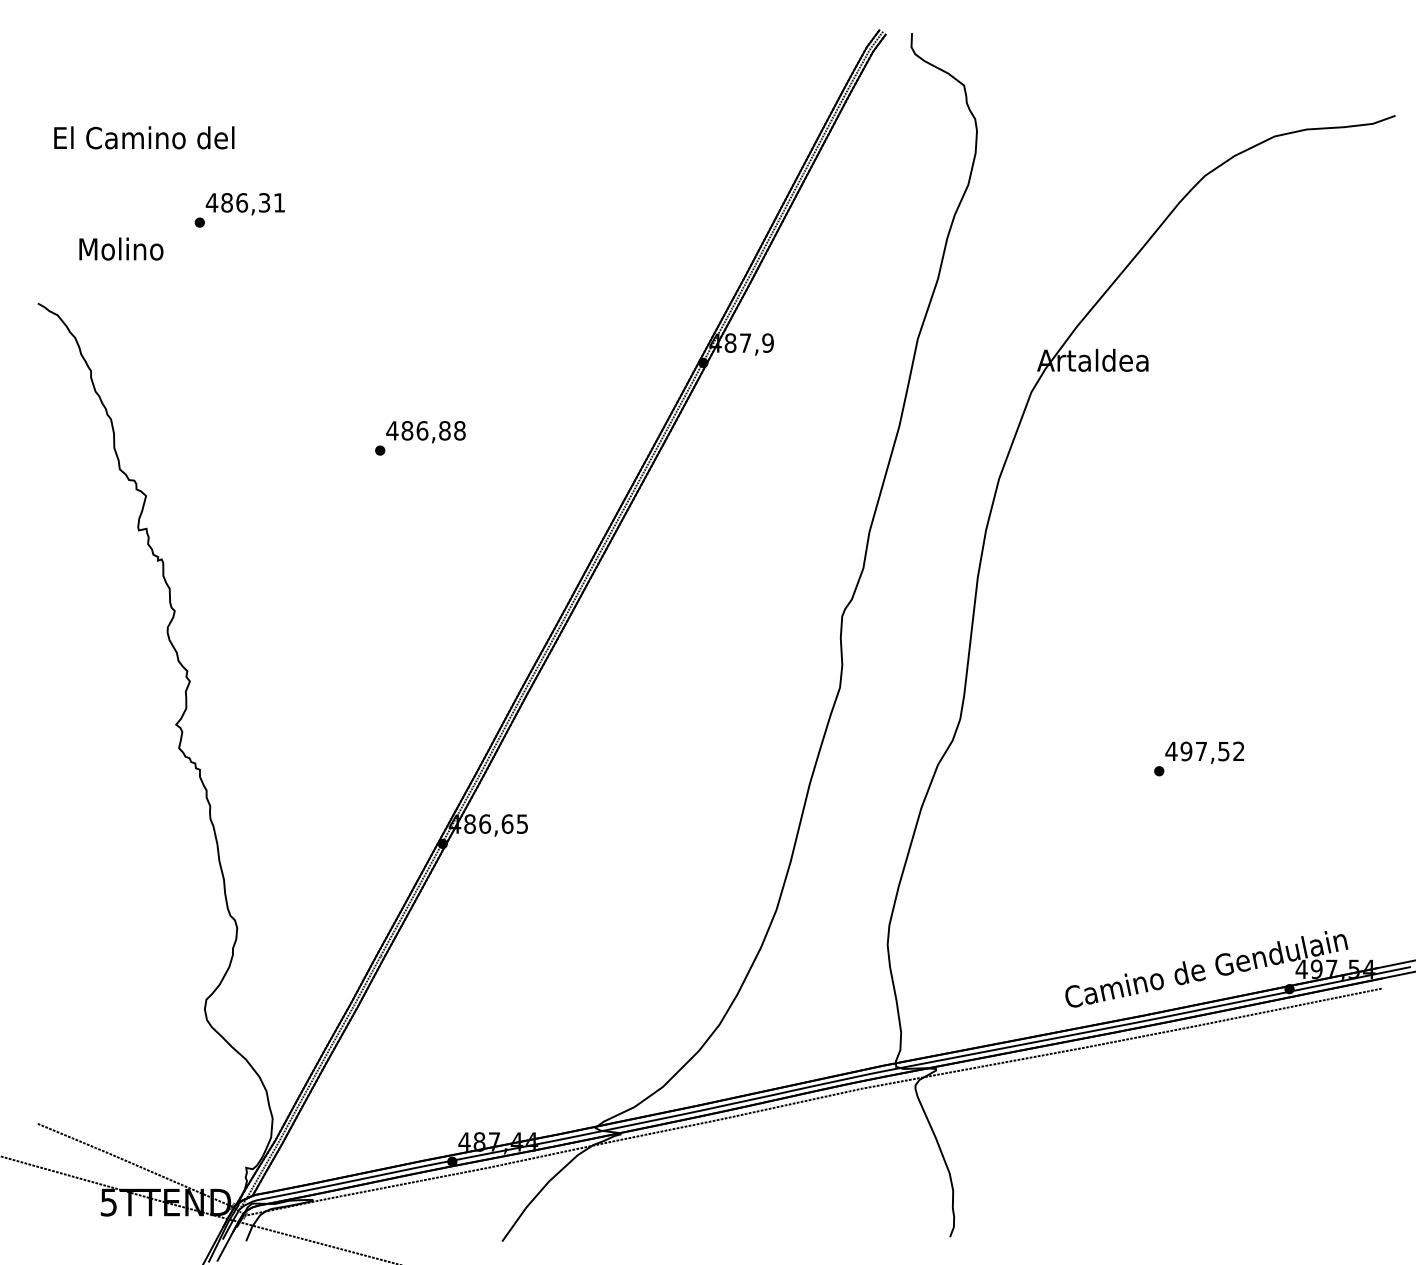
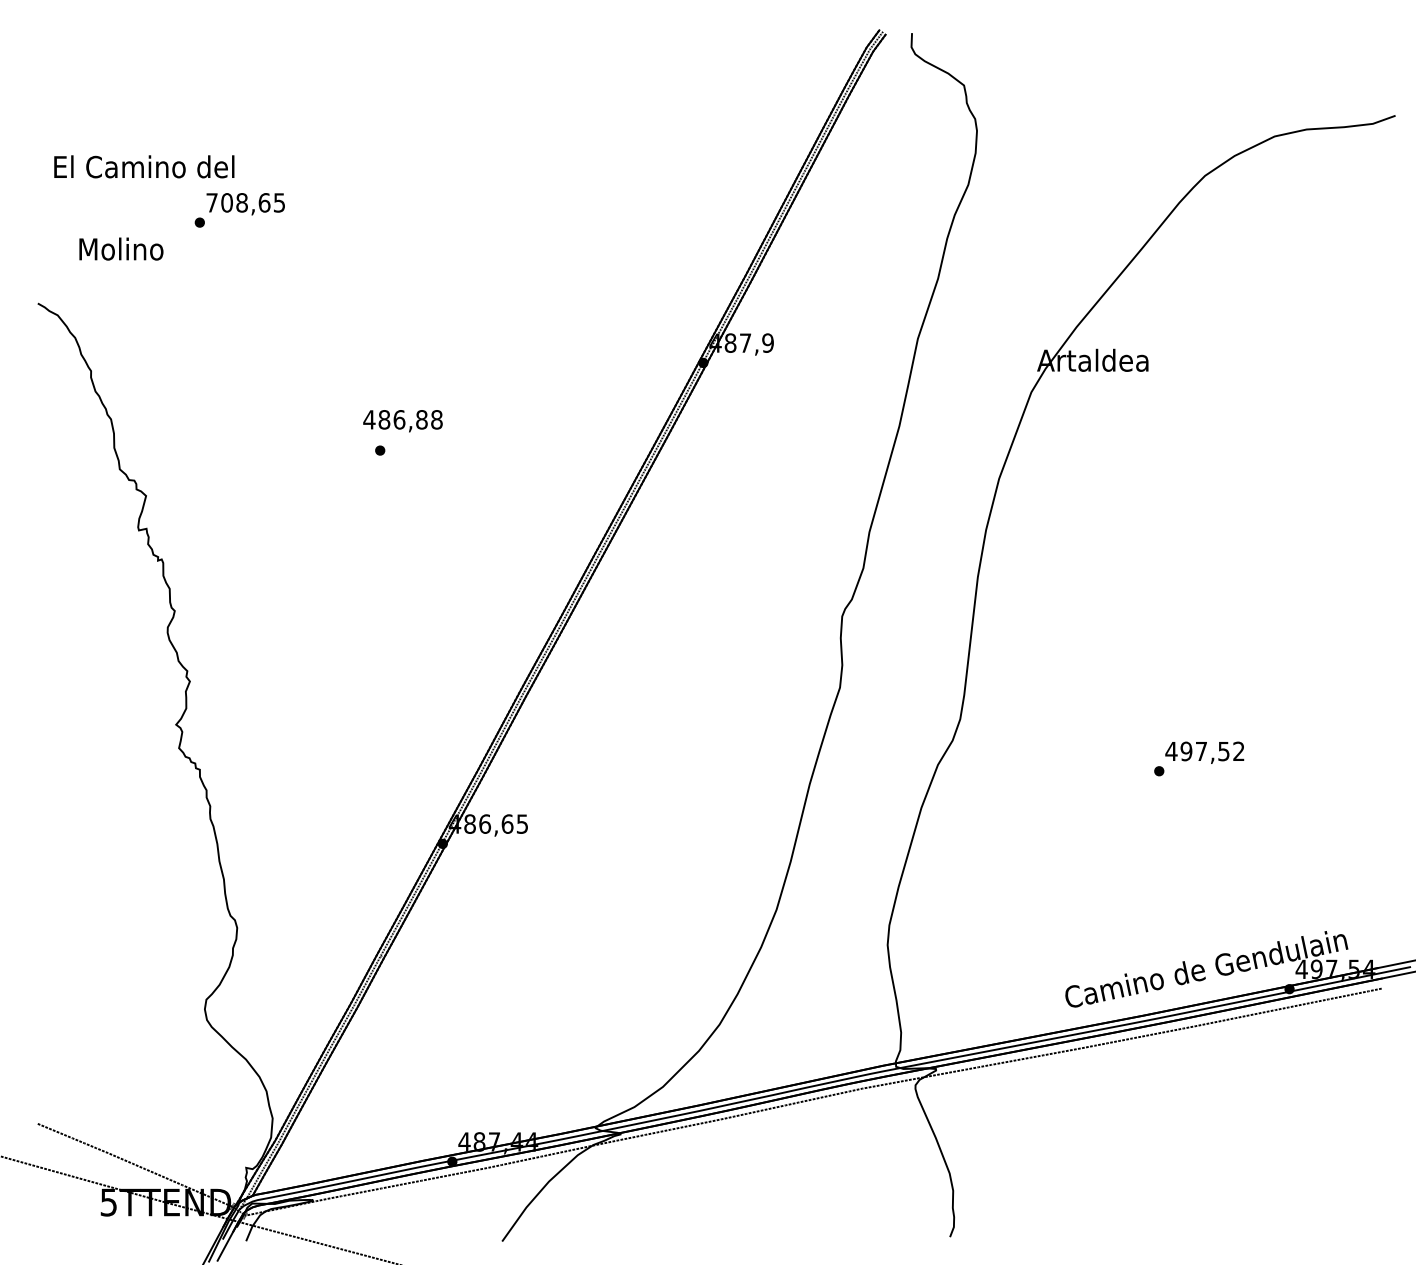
text at (144, 137) position: (144, 137) -> (144, 166)
text at (244, 202): 486,31 -> 708,65
text at (425, 432) position: (425, 432) -> (402, 421)
